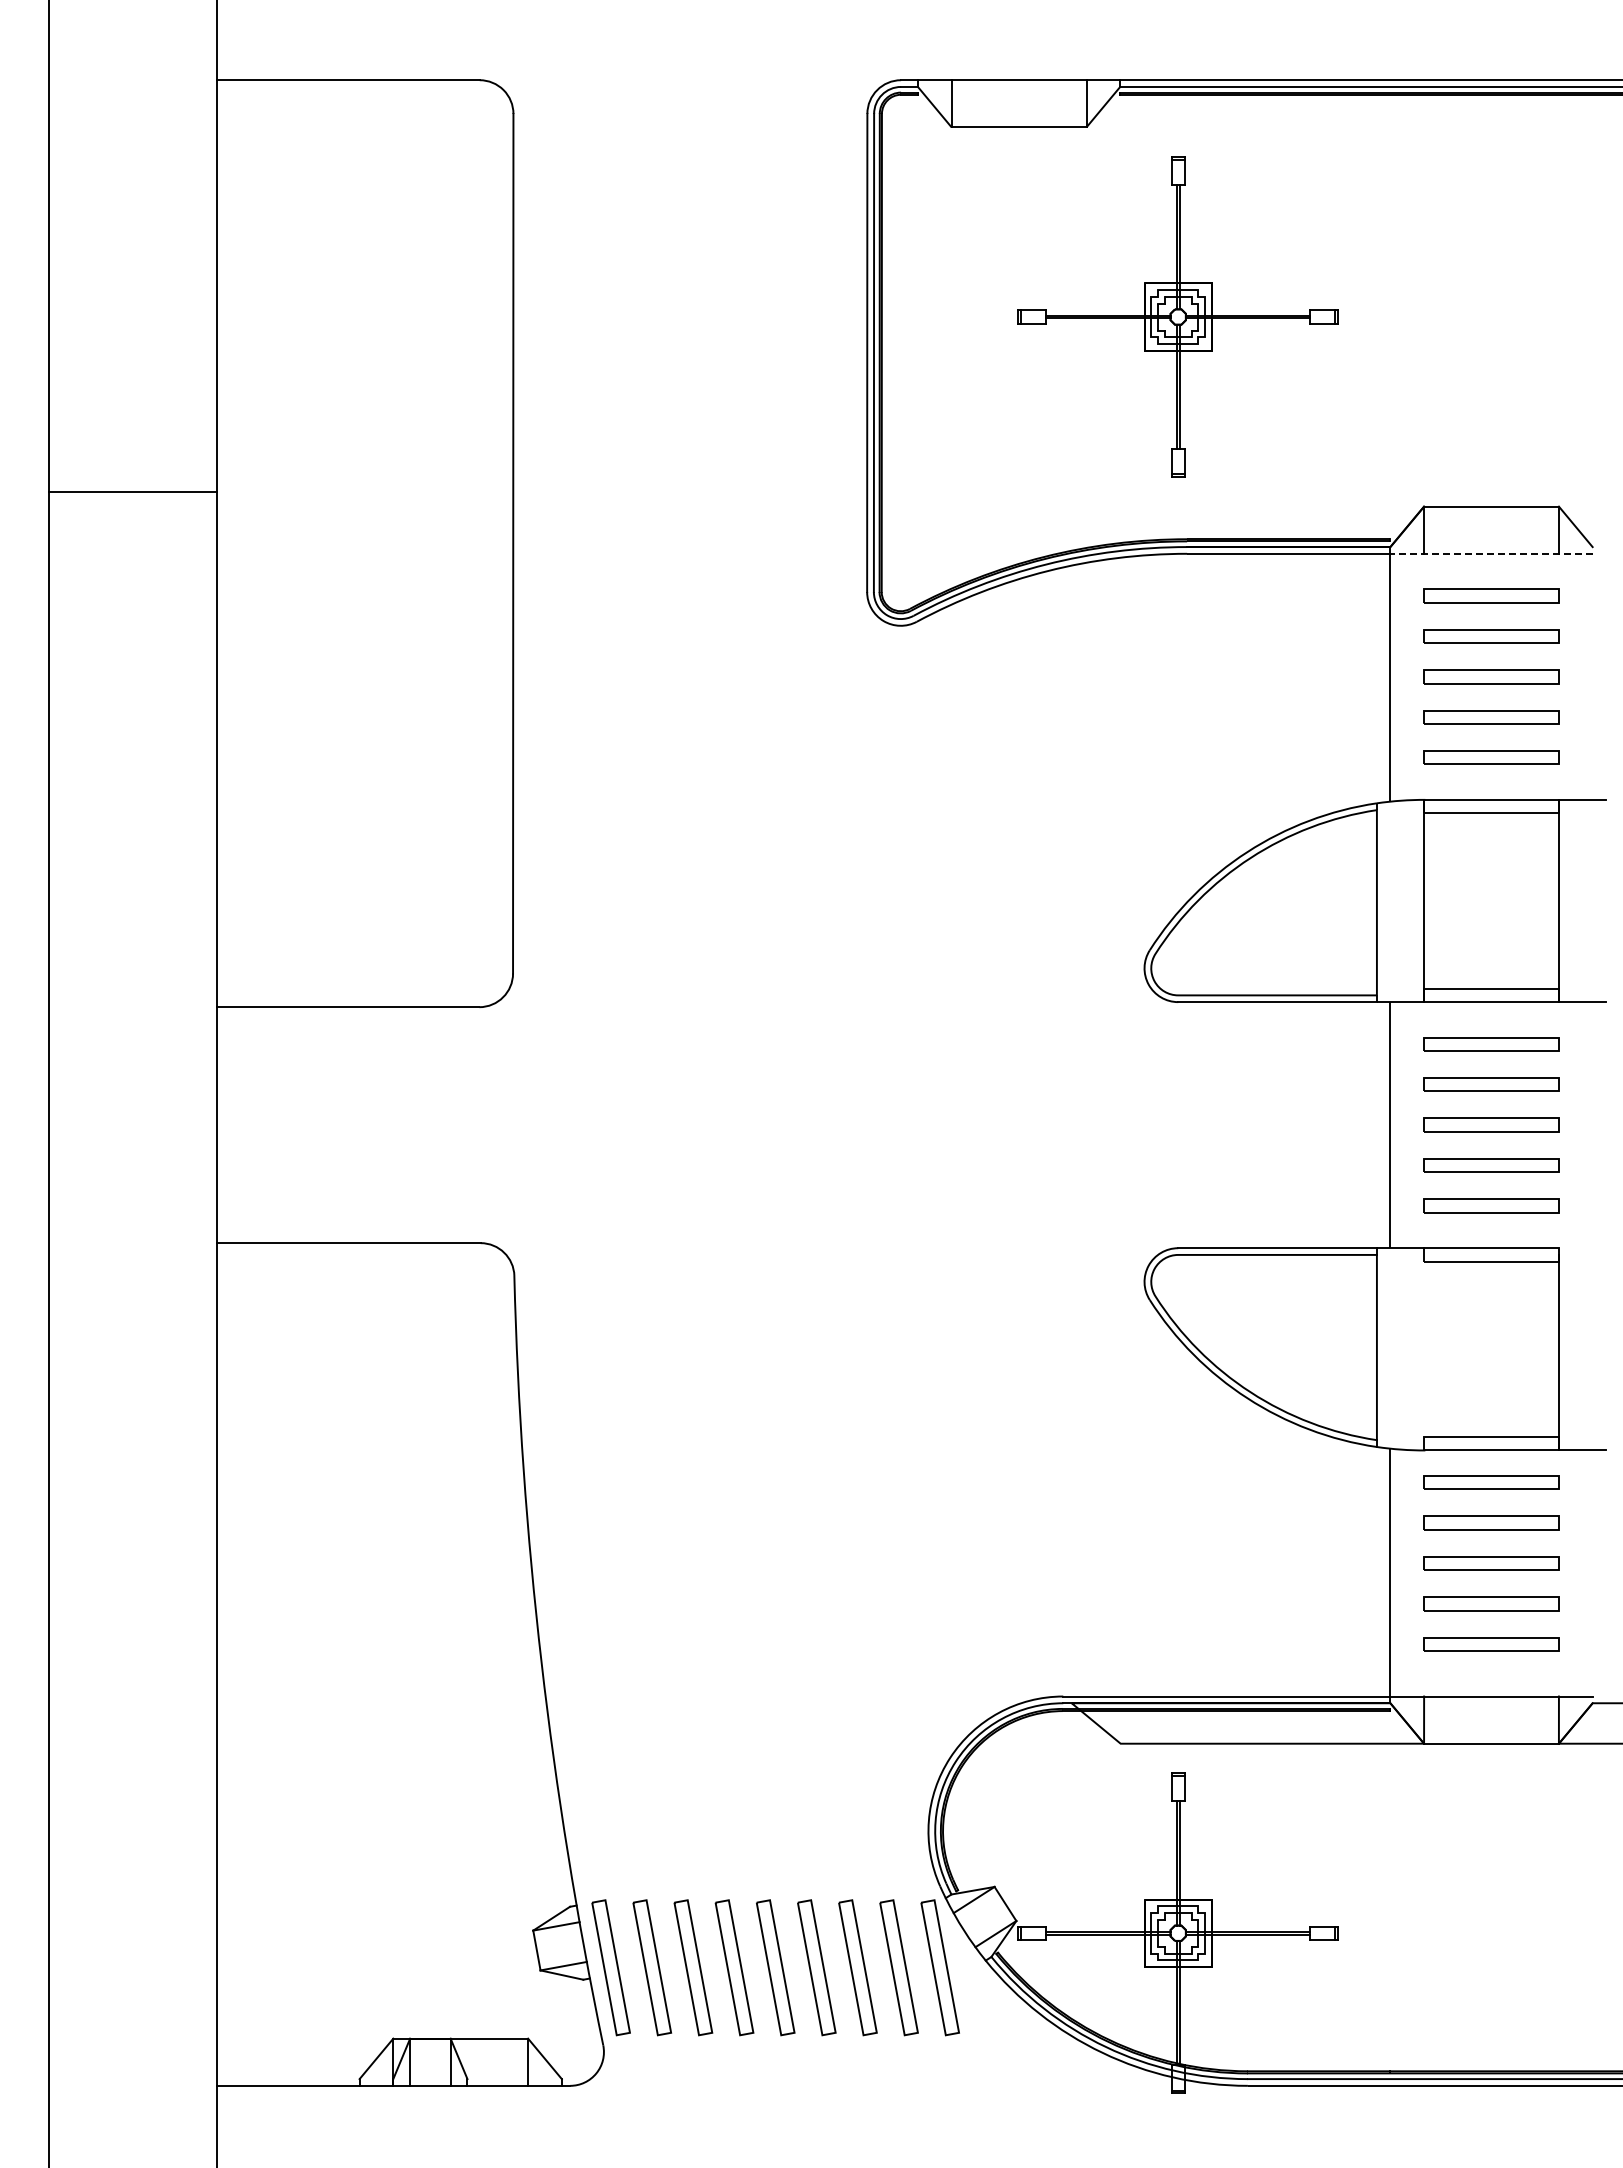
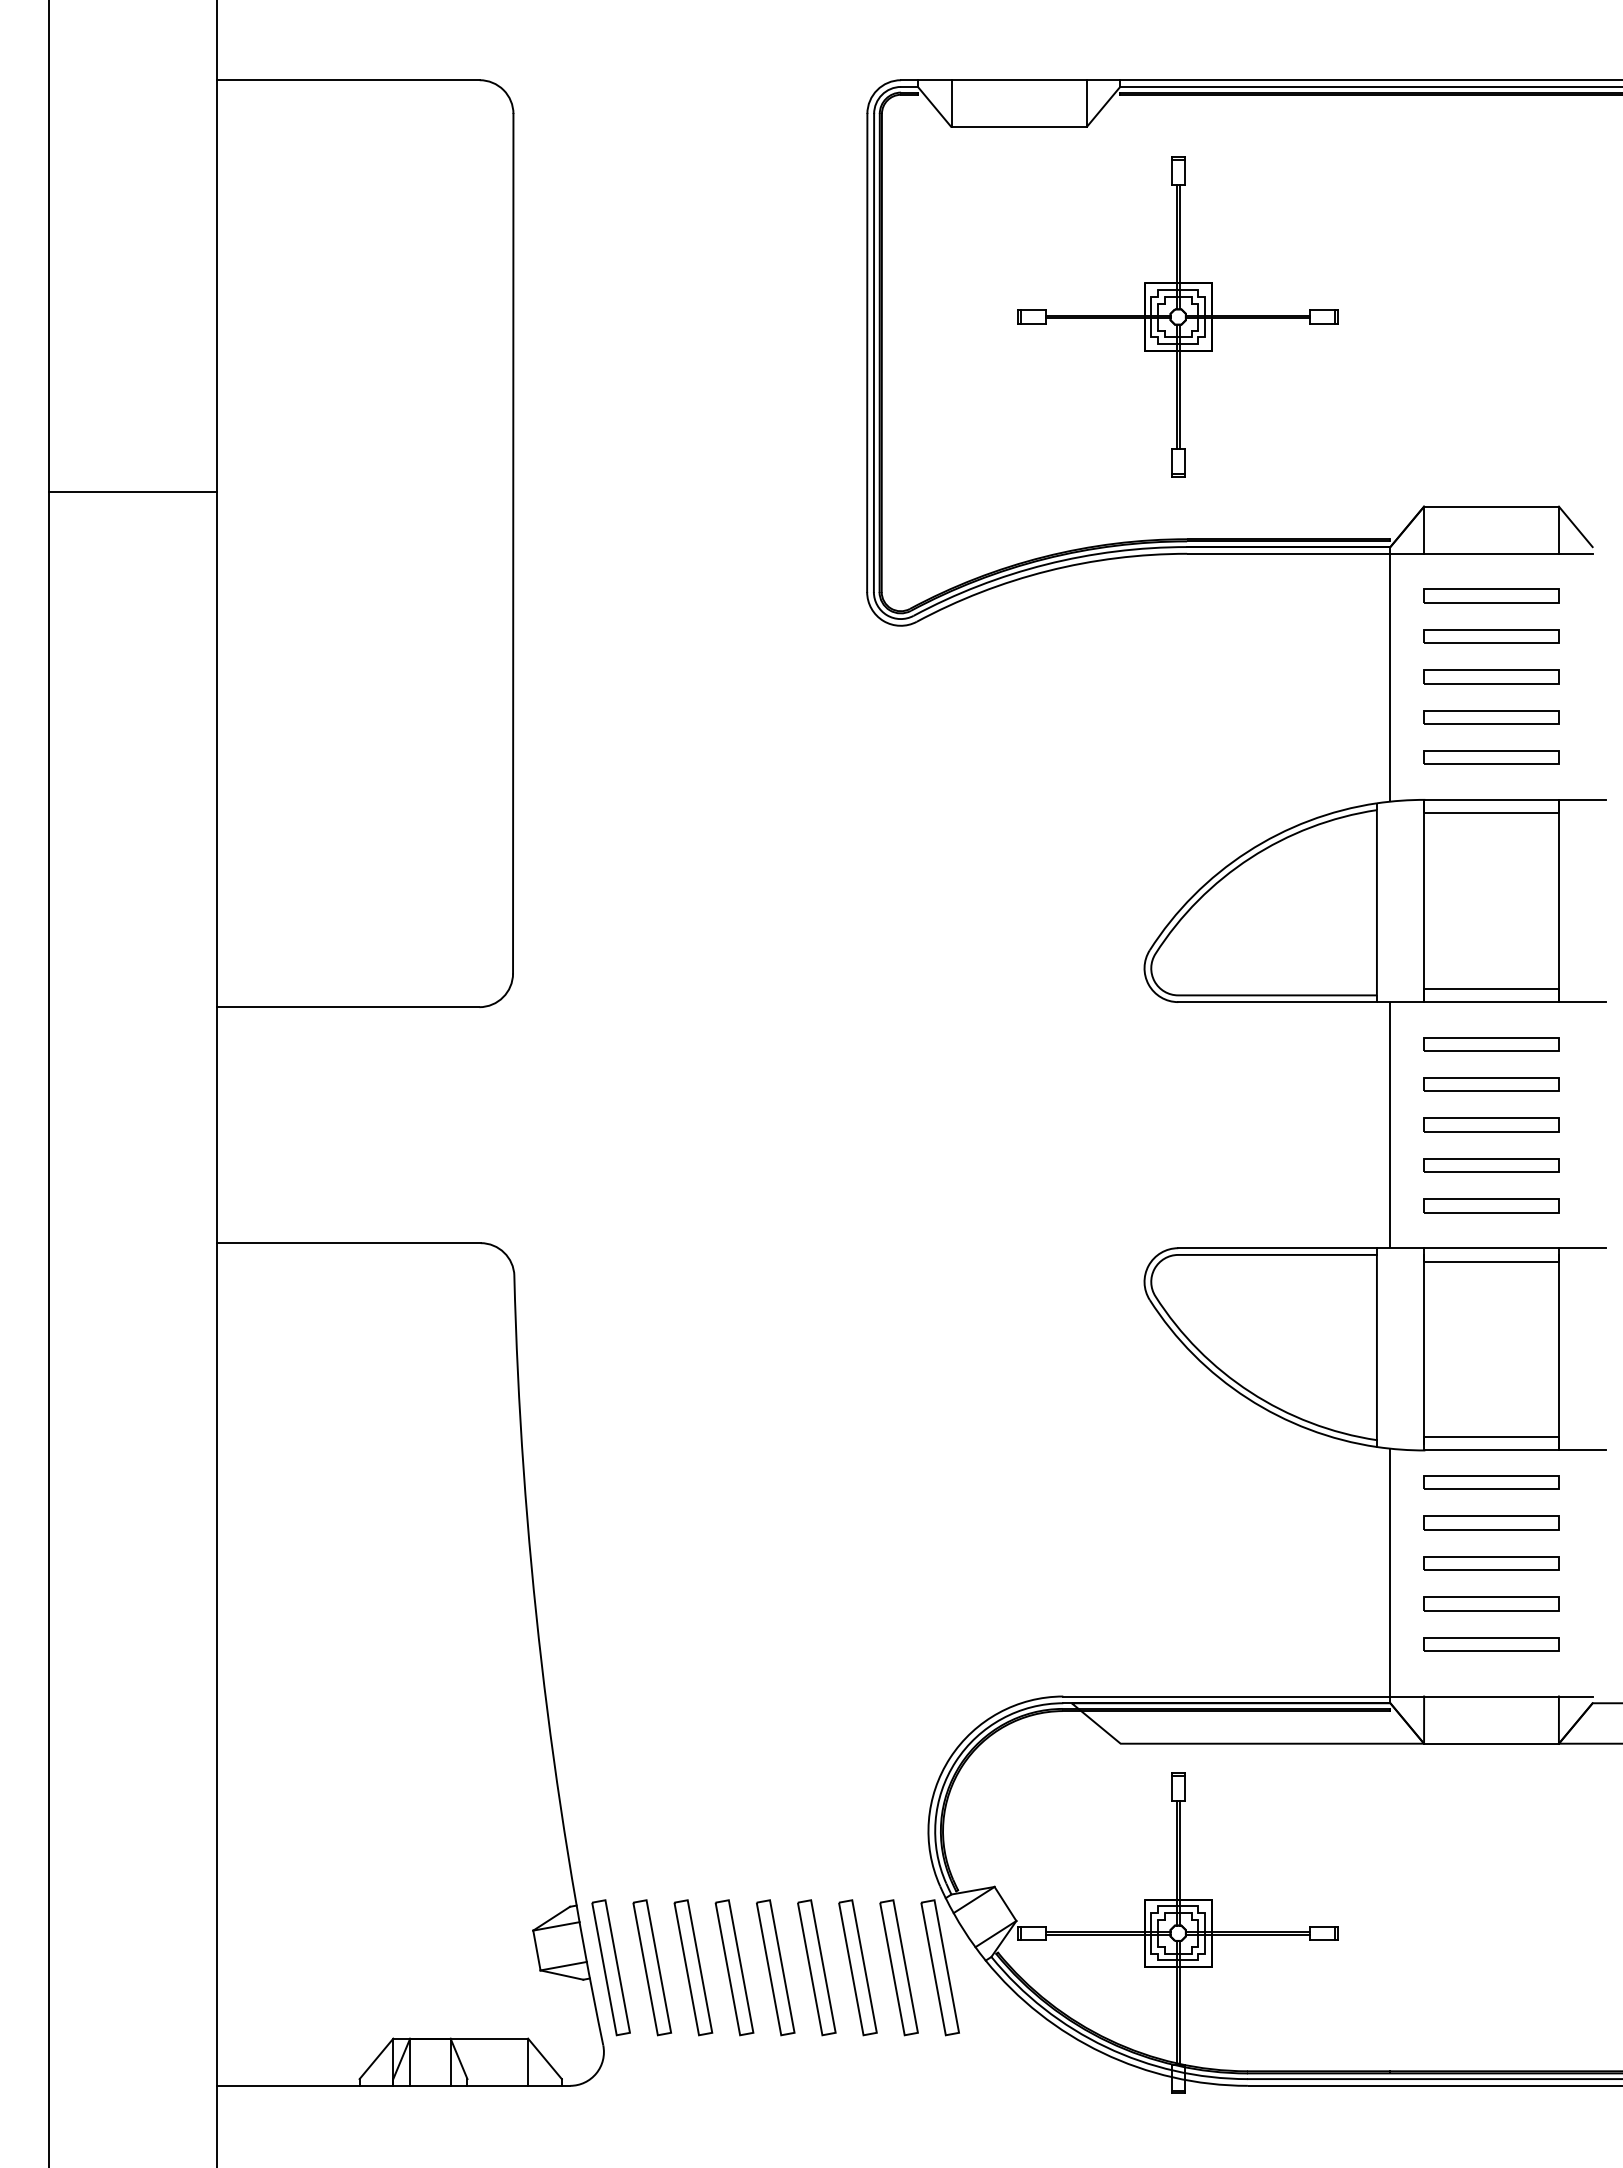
line at (1491, 553): dashed -> solid
line at (1582, 1248): none -> present
line at (1424, 1348): none -> present
